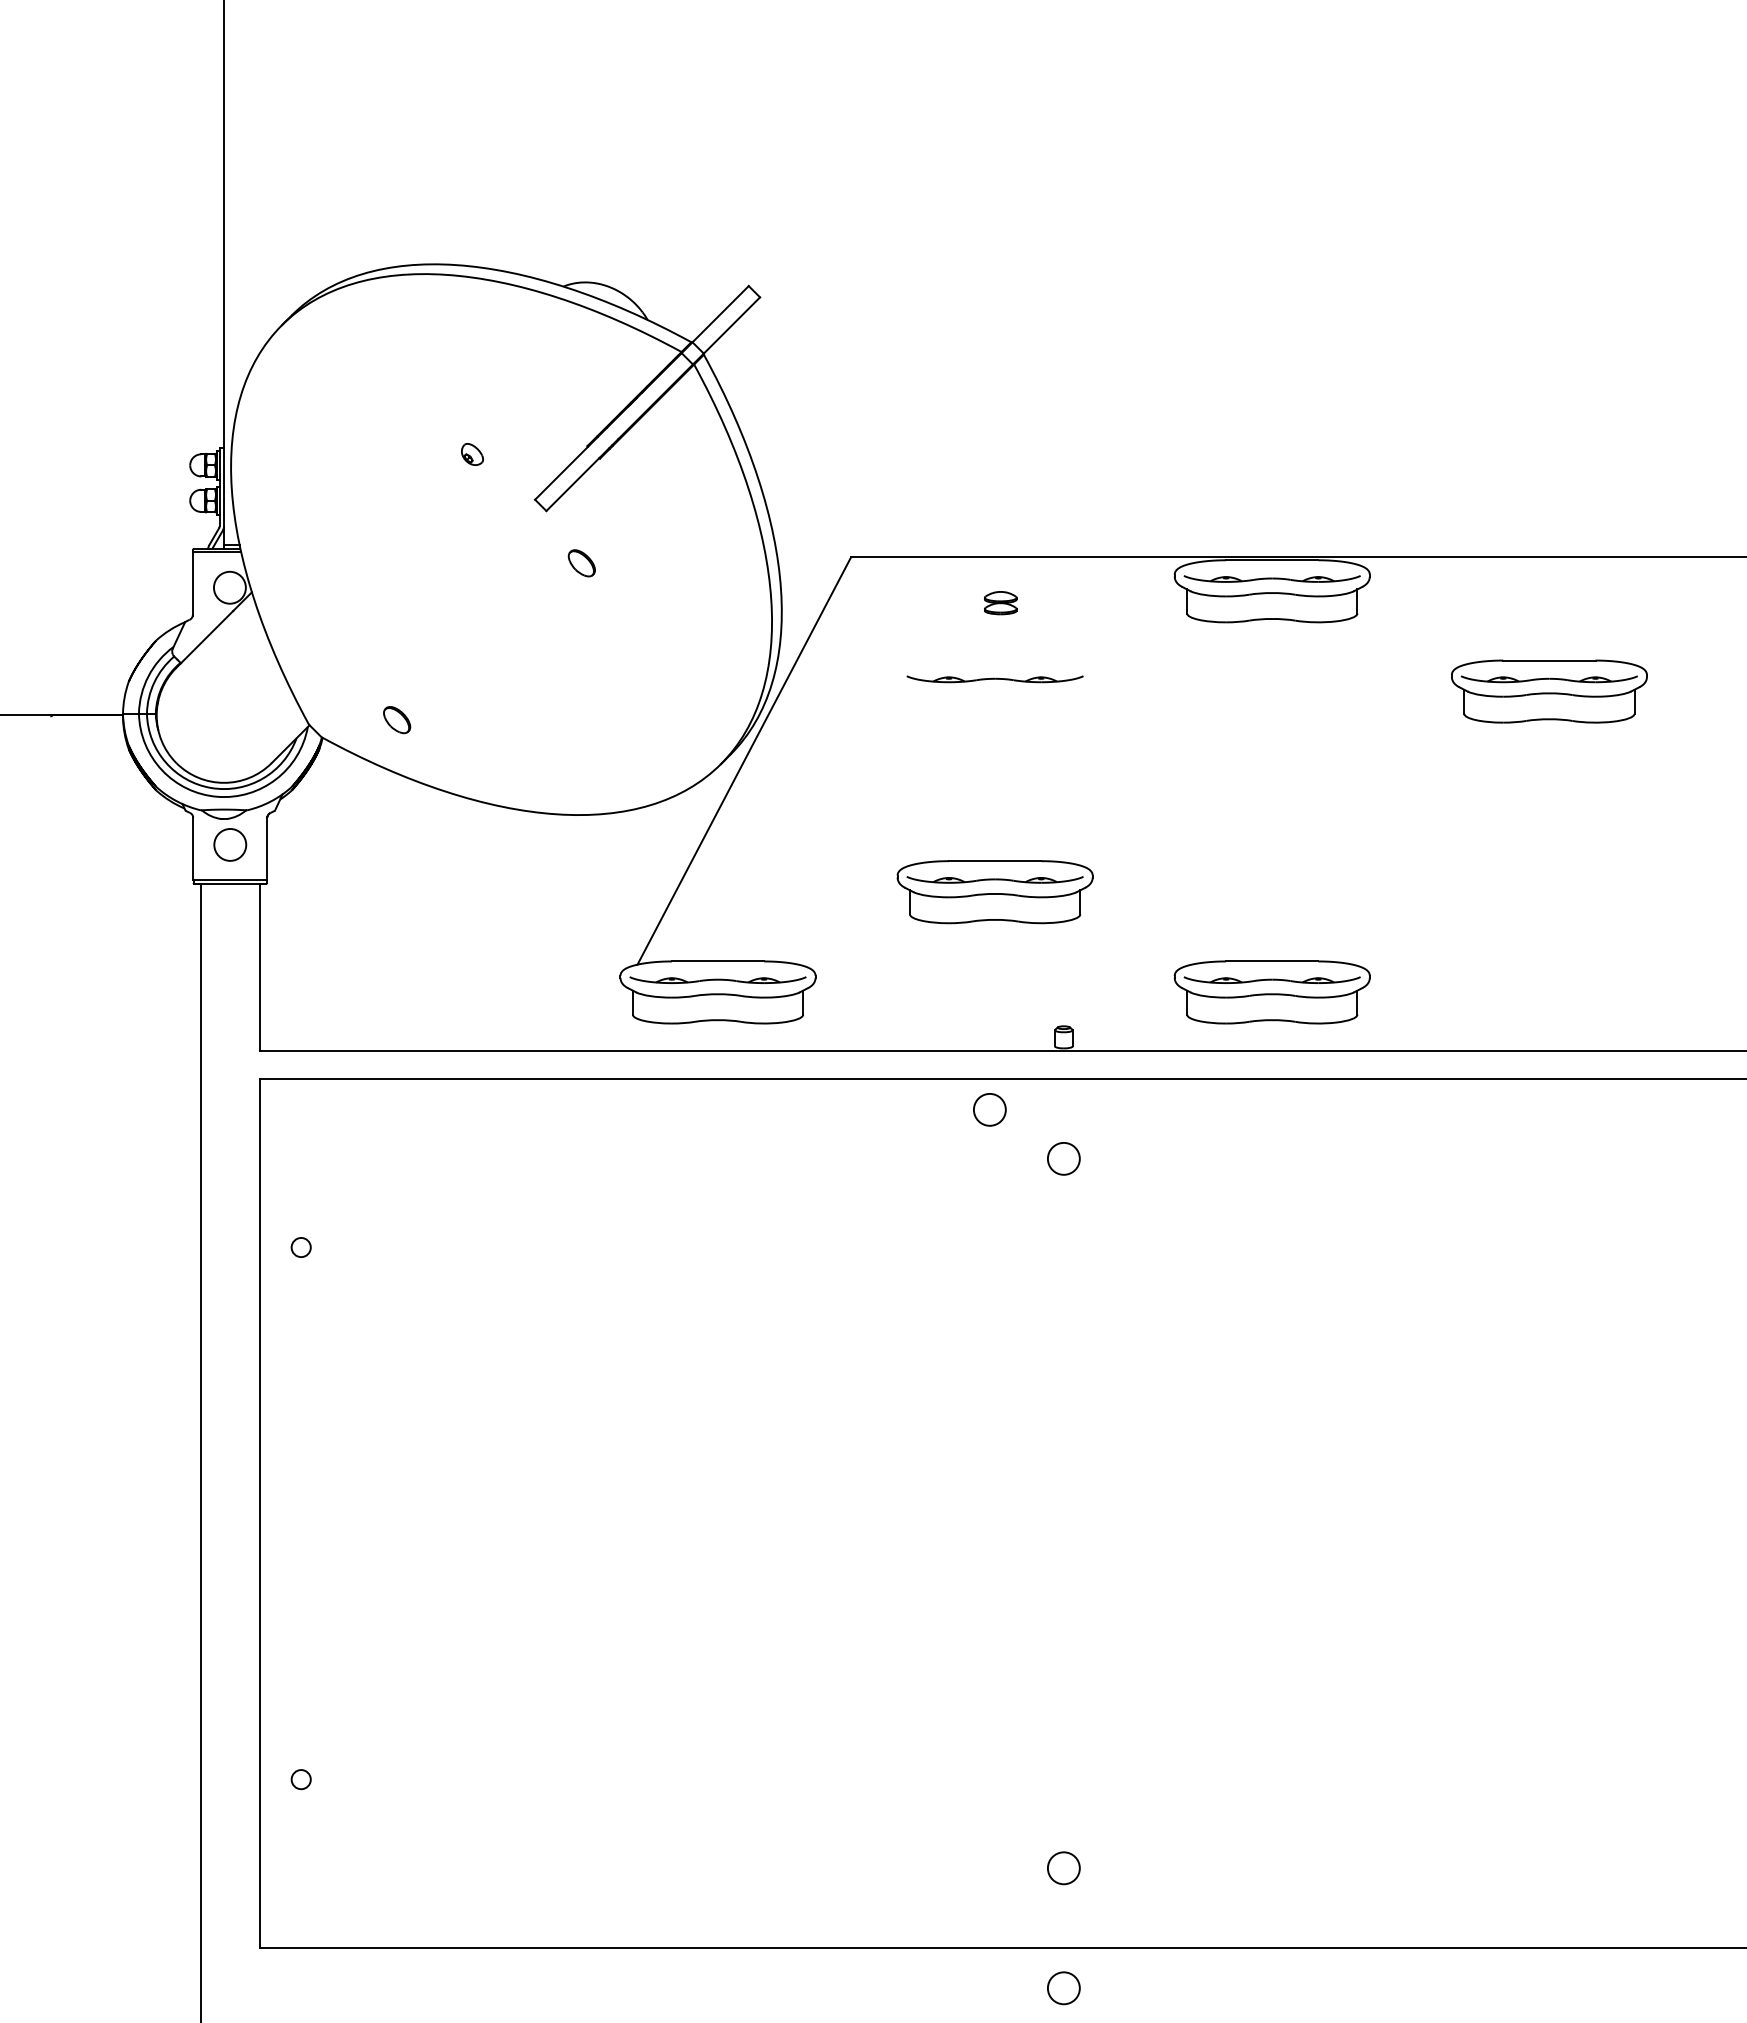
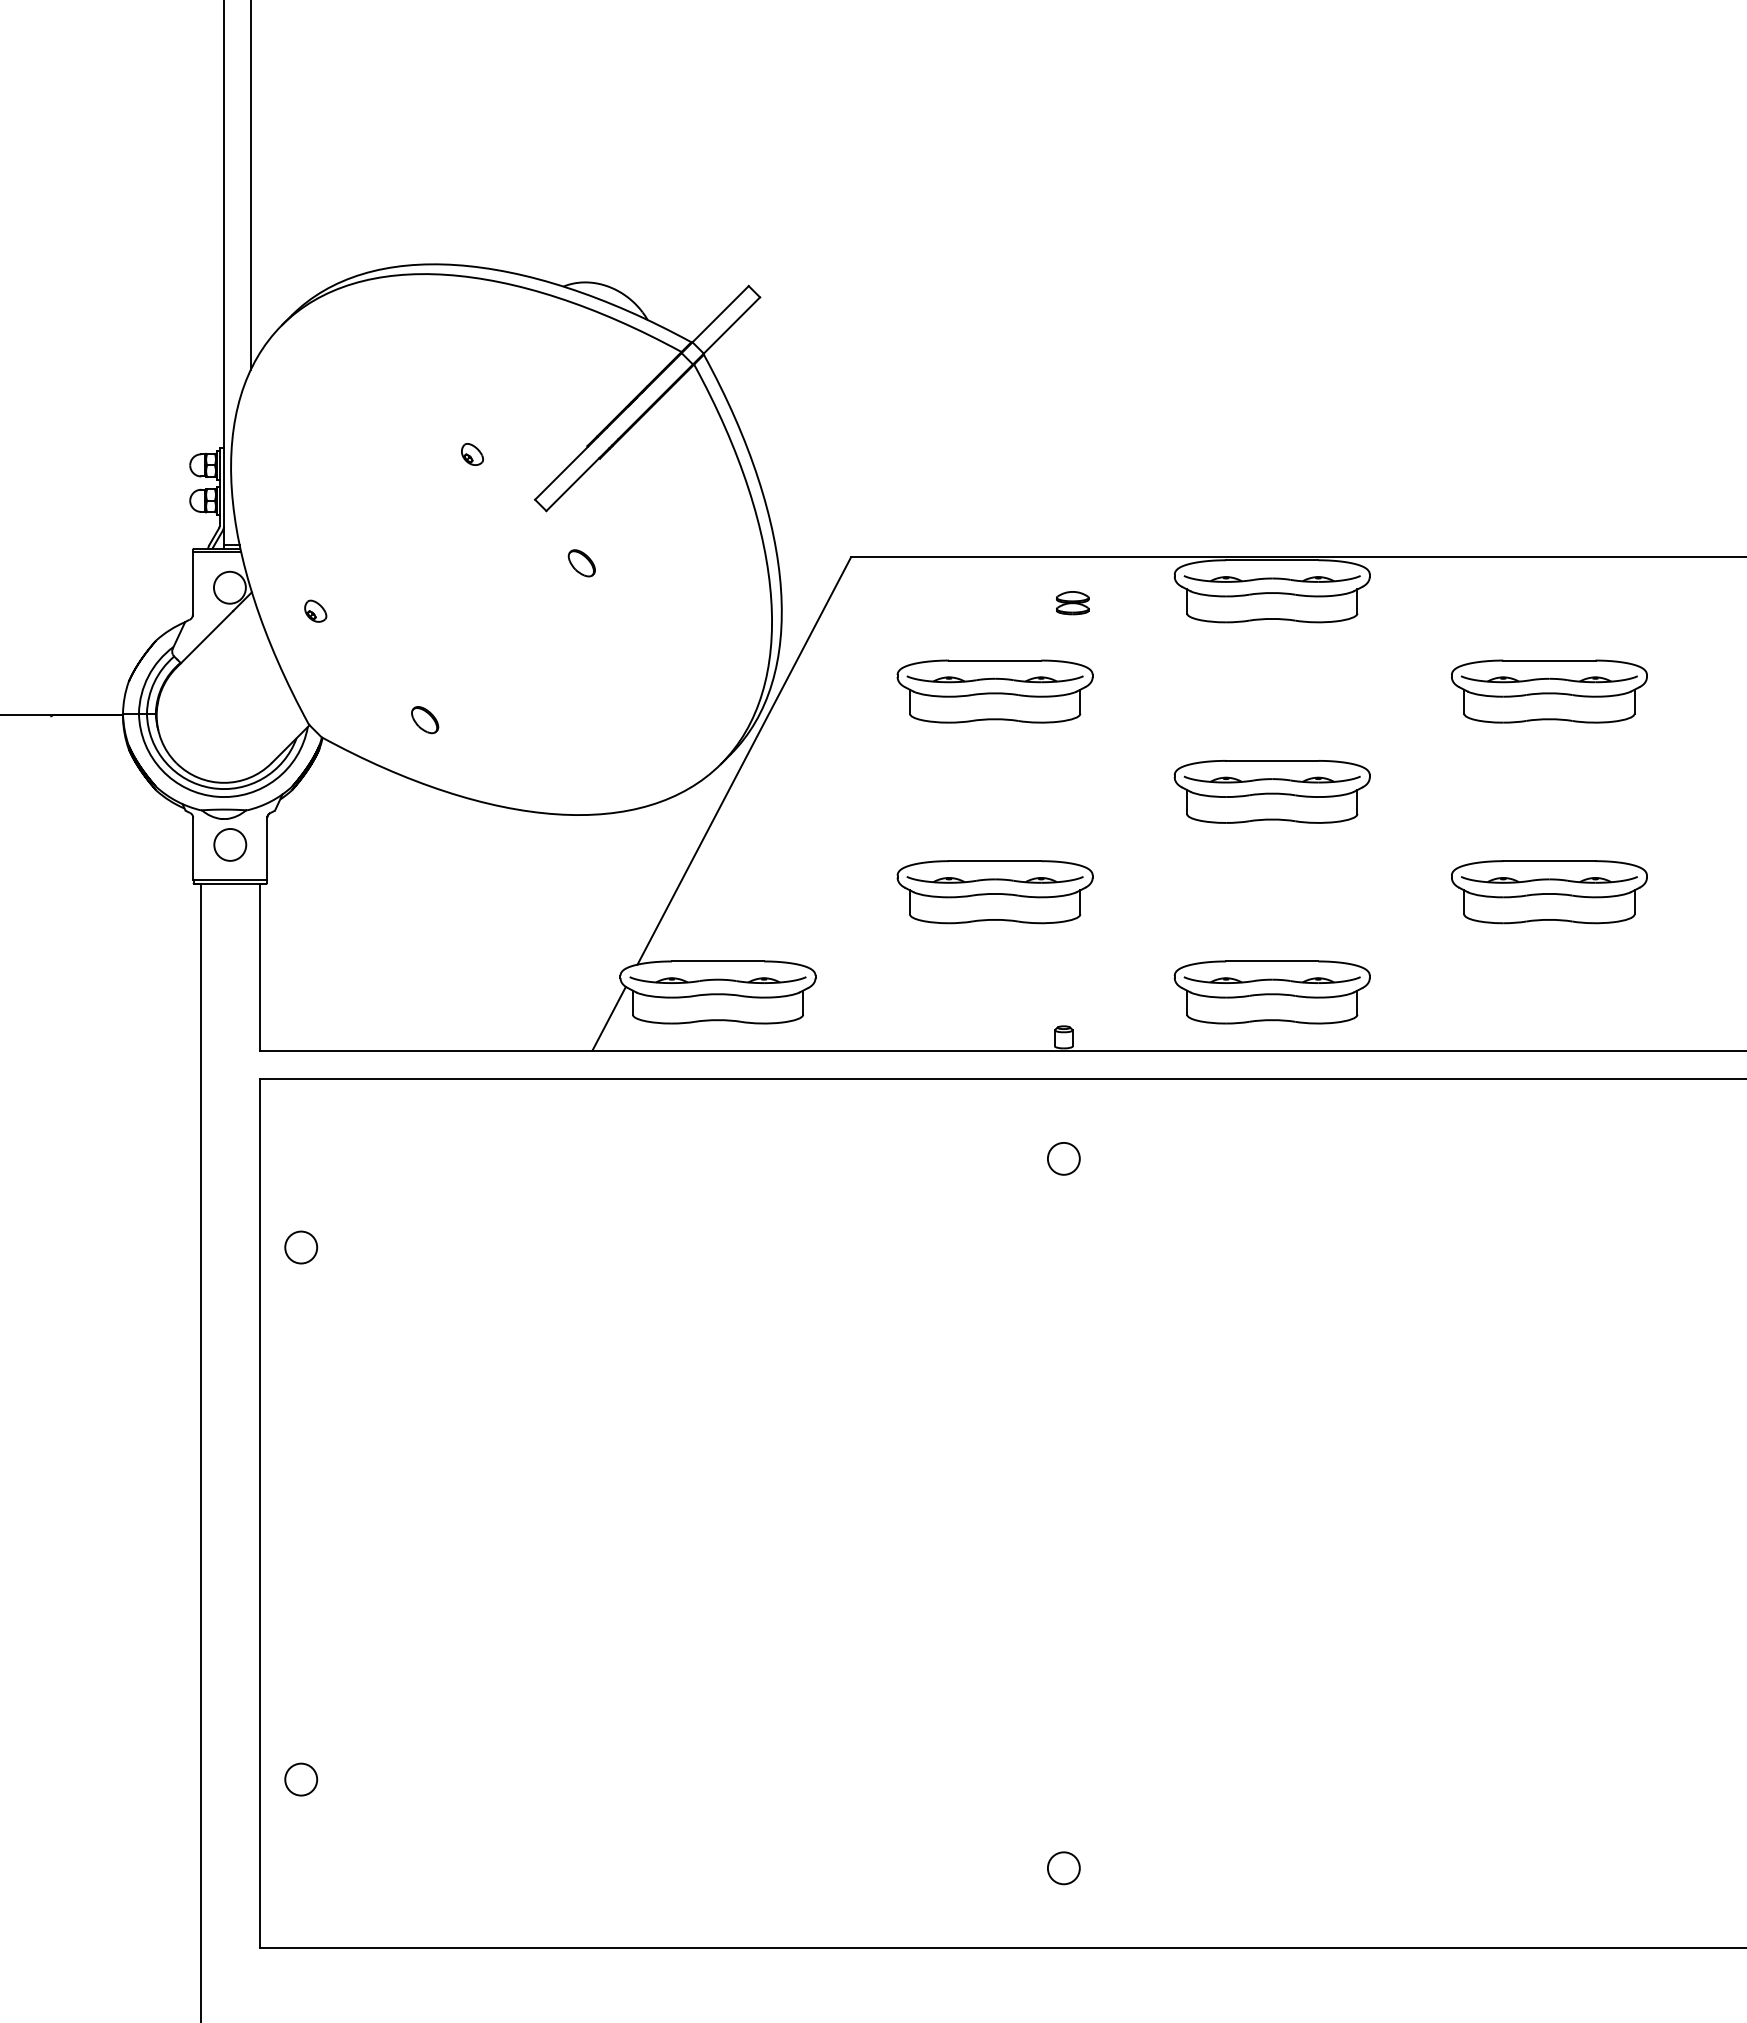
line at (250, 186): none -> present
part at (1000, 603) position: (1000, 603) -> (1072, 603)
part at (315, 610): none -> present
part at (994, 691): none -> present
part at (397, 720) position: (397, 720) -> (425, 720)
part at (1271, 791): none -> present
part at (1549, 892): none -> present
line at (608, 1018): none -> present
circle at (989, 1109): present -> none
circle at (300, 1247) diameter: 19 px -> 32 px
circle at (300, 1779) diameter: 19 px -> 32 px
circle at (1063, 1988): present -> none
